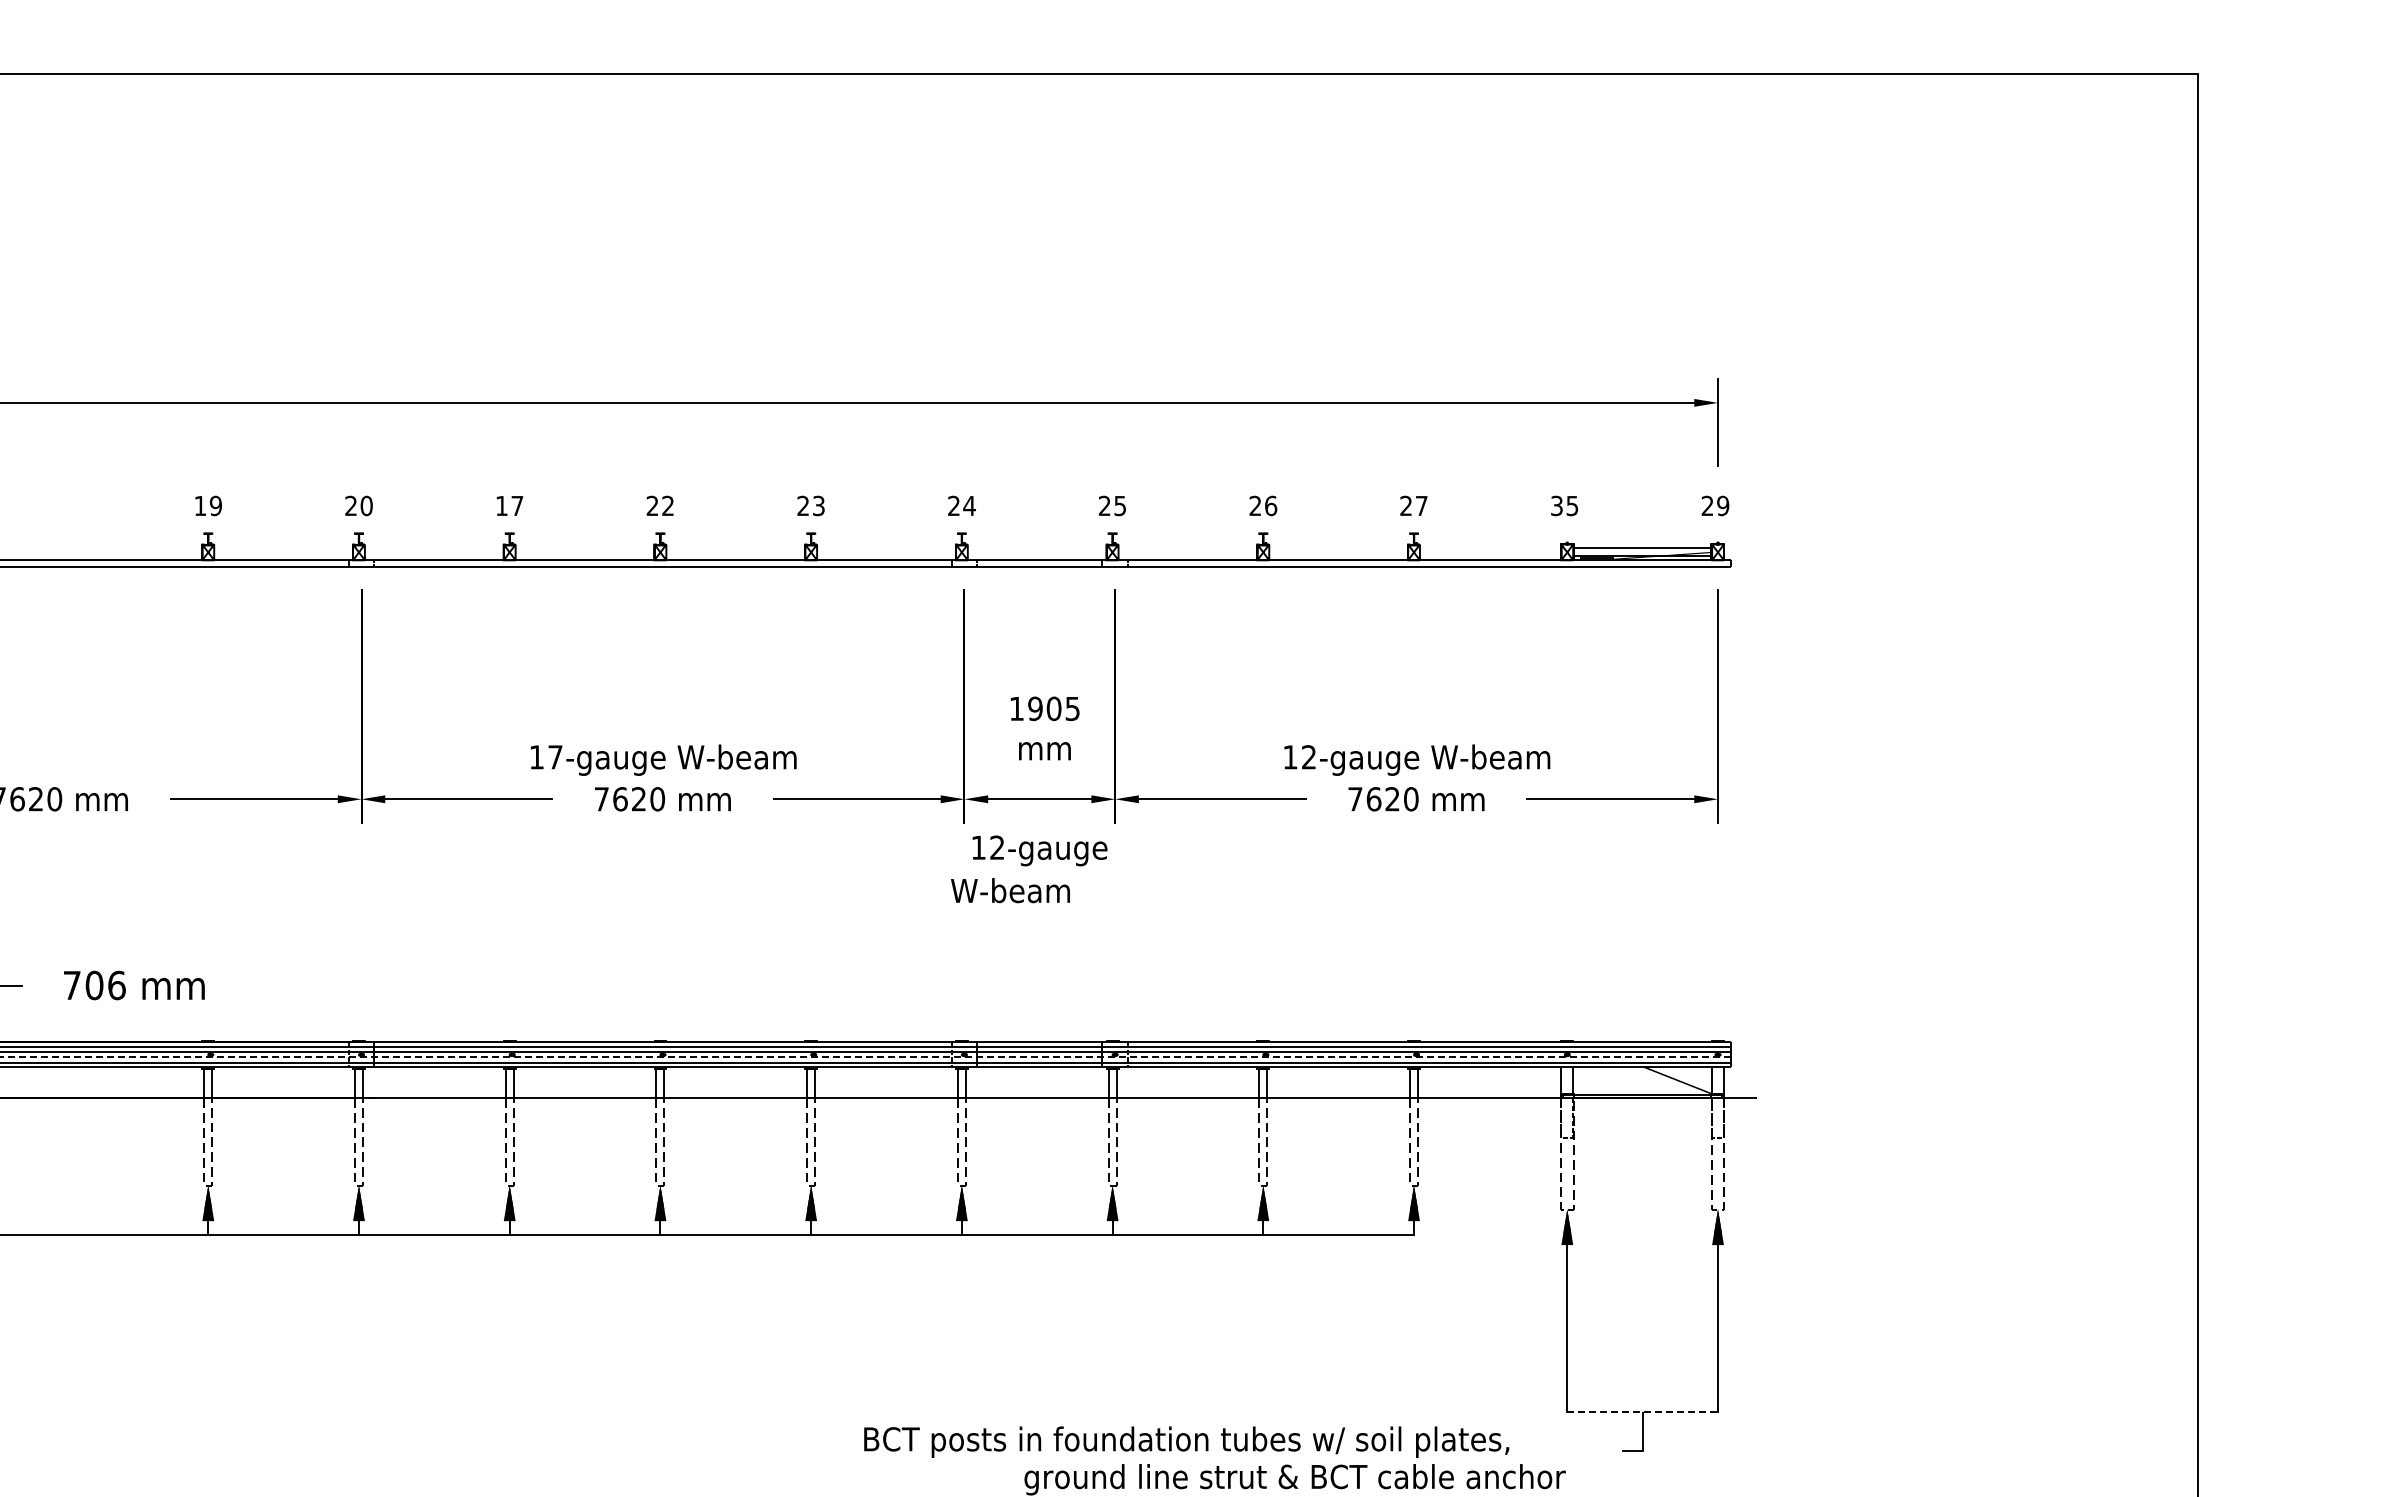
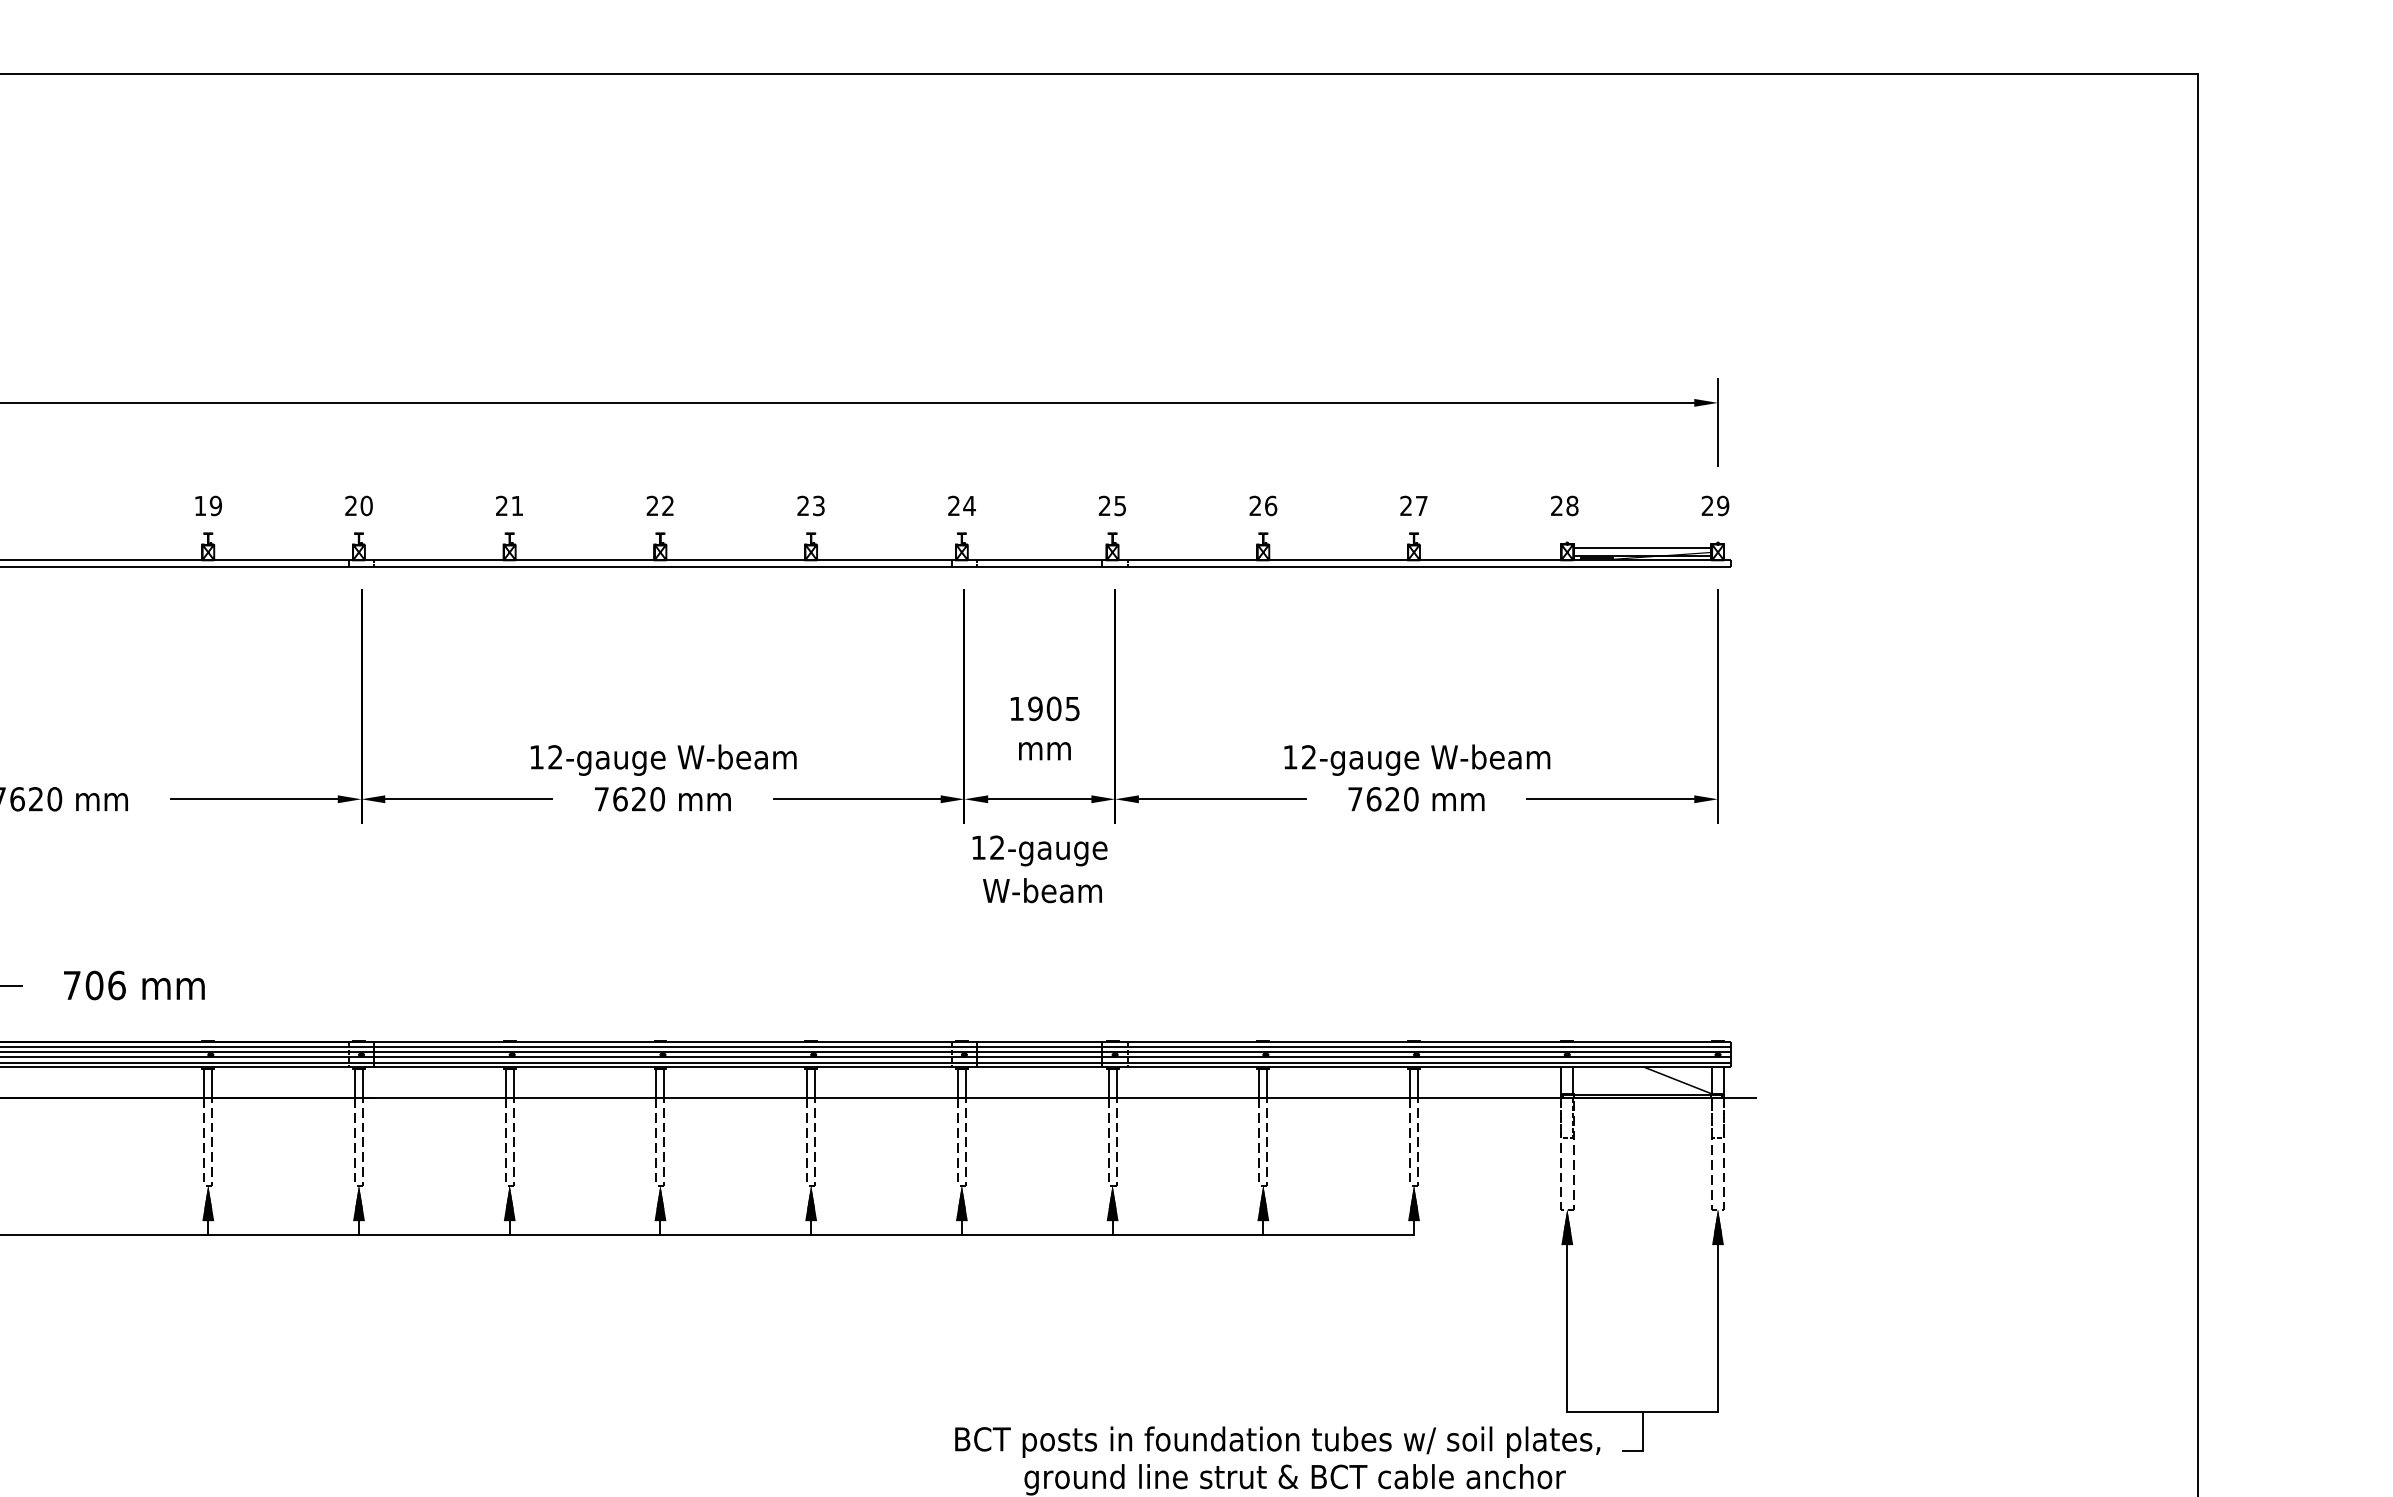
text at (509, 505): 17 -> 21
text at (1564, 505): 35 -> 28
text at (555, 757): 17-gauge -> 12-gauge
text at (1010, 890) position: (1010, 890) -> (1042, 890)
line at (865, 1057): dashed -> solid
line at (1643, 1412): dashed -> solid
text at (1186, 1441) position: (1186, 1441) -> (1277, 1441)
